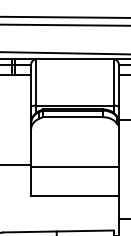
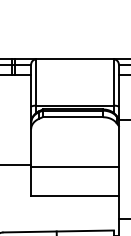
line at (64, 16): present -> none
line at (64, 24): present -> none
line at (64, 53): present -> none
